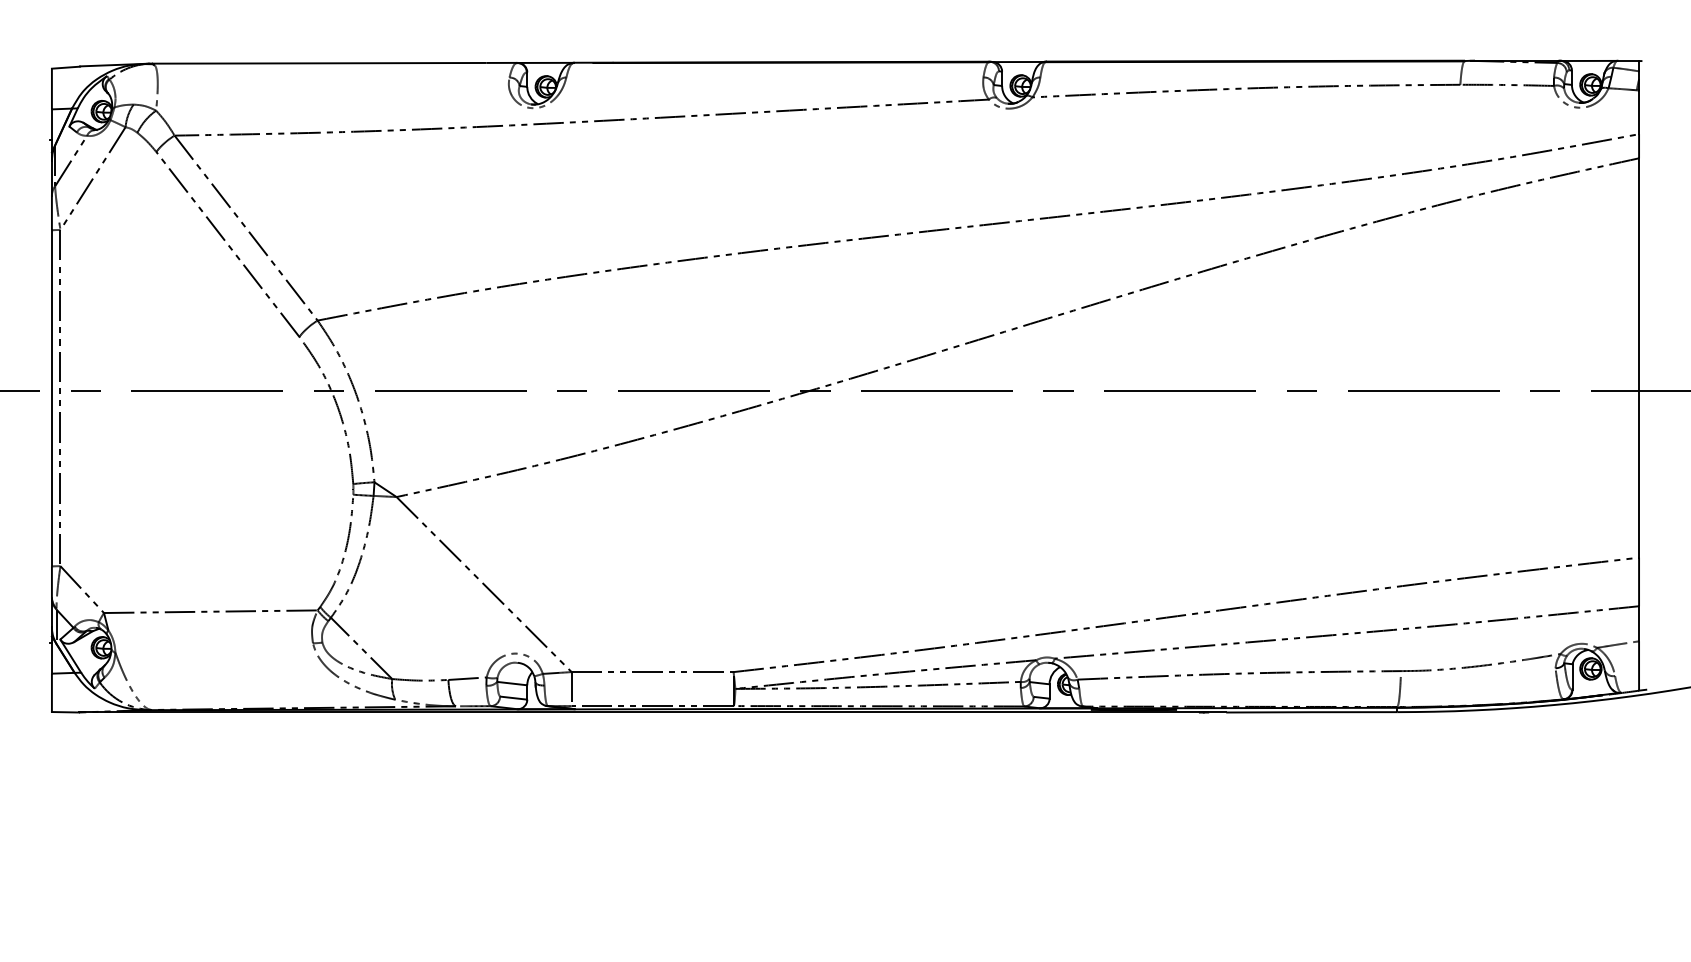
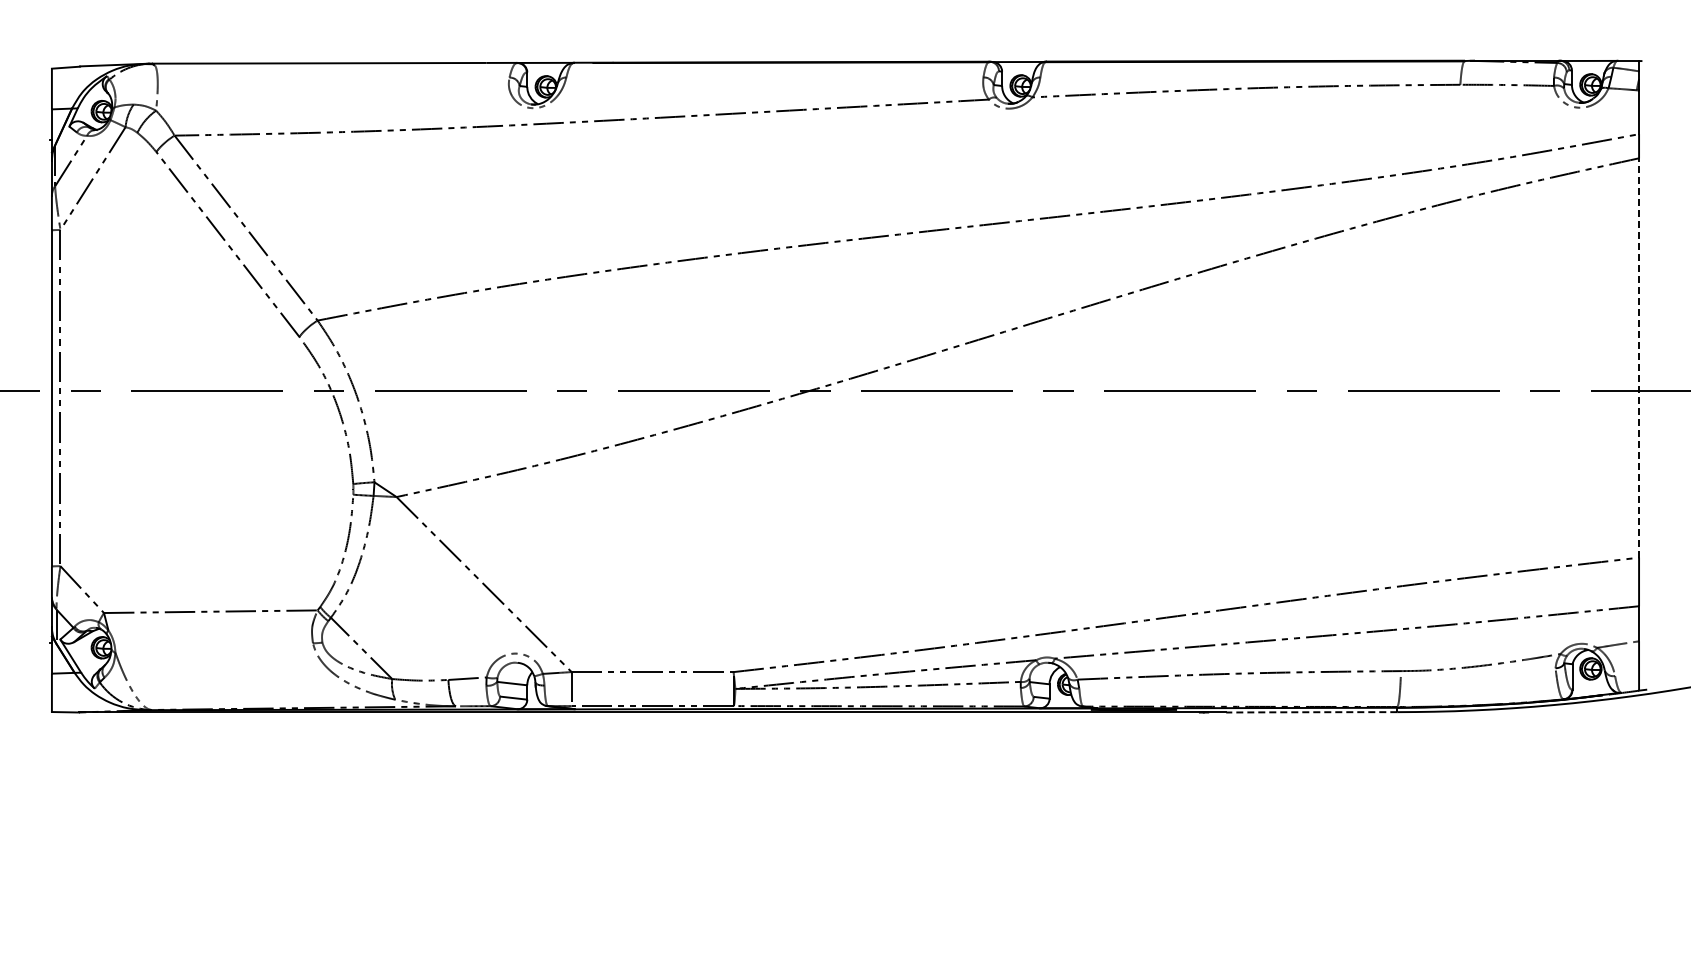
line at (1639, 358): solid -> dashed
arc at (1311, 712): solid -> dashed
